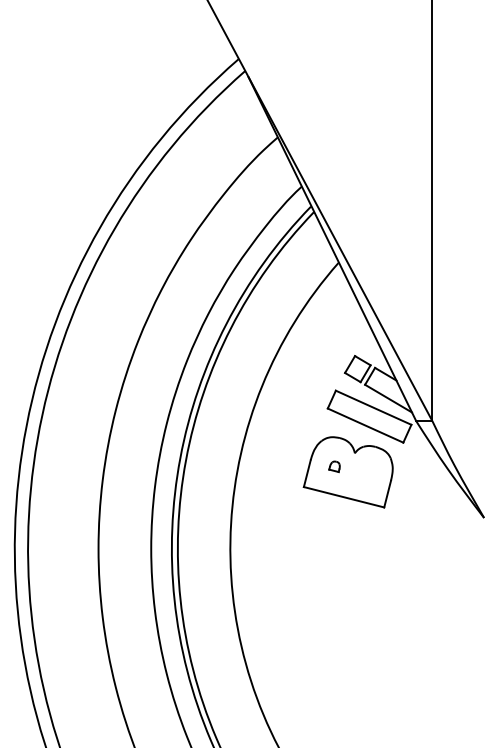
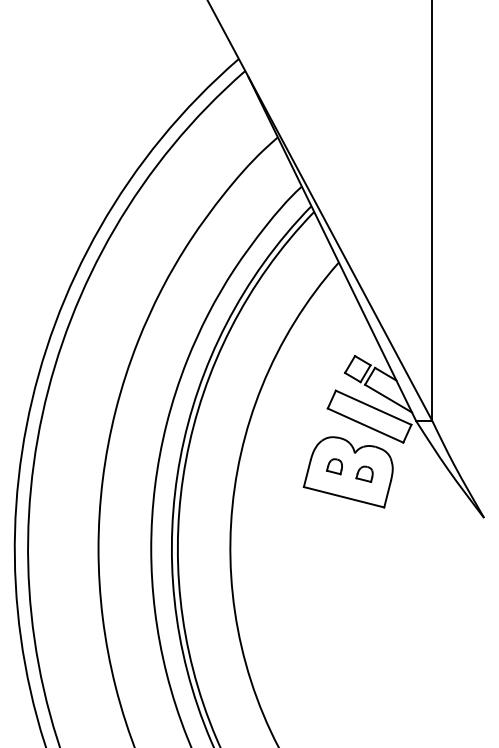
part at (334, 466) size: 13x14 px -> 17x18 px
part at (364, 473): none -> present
